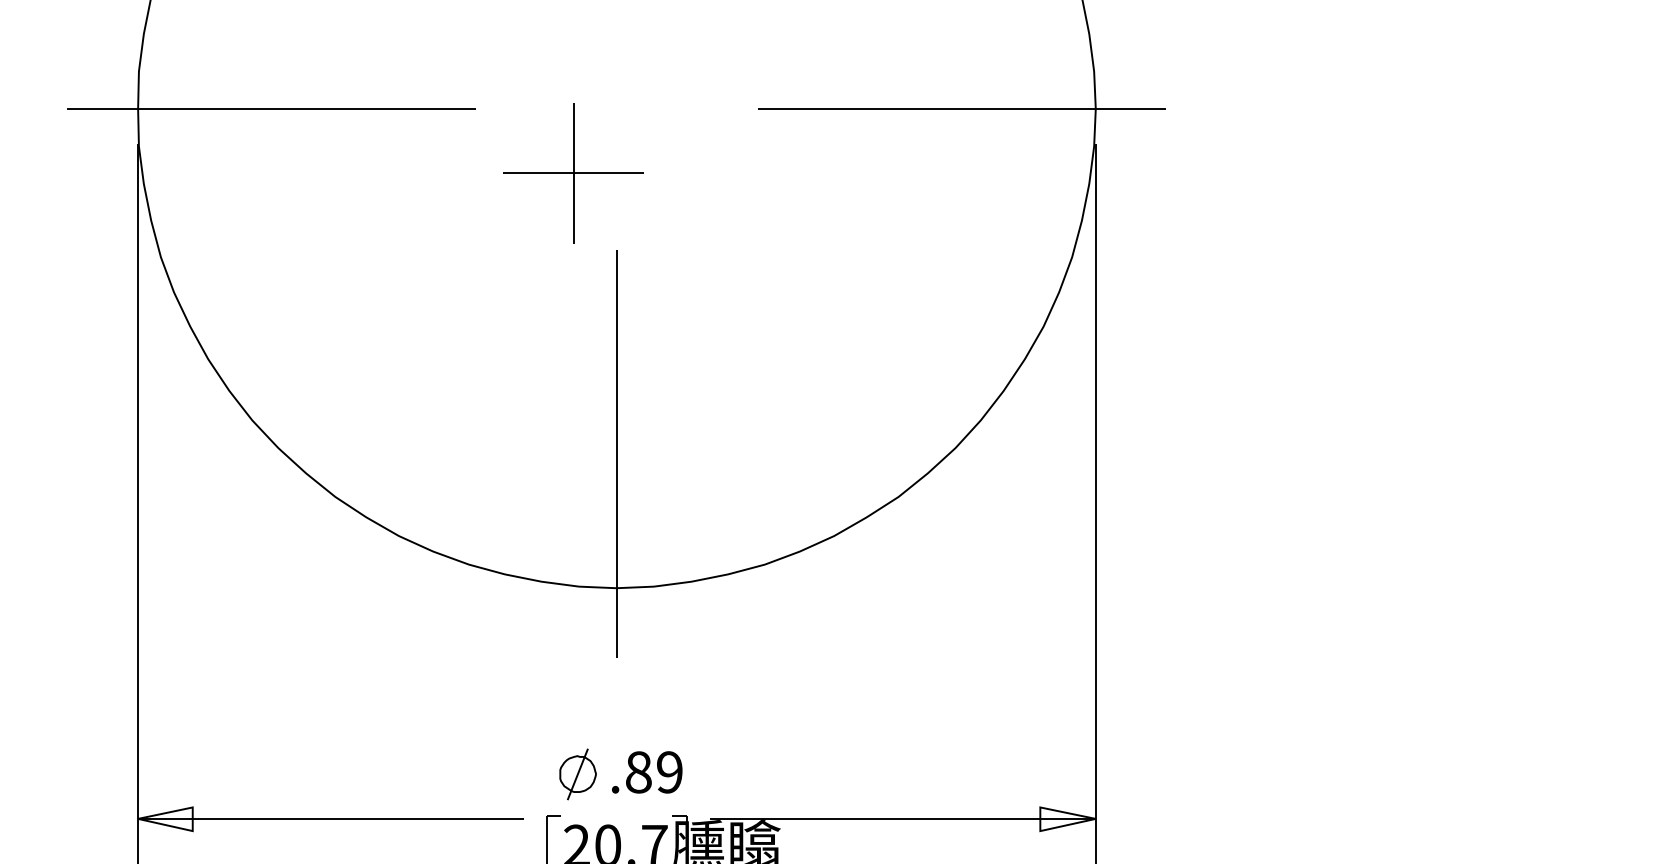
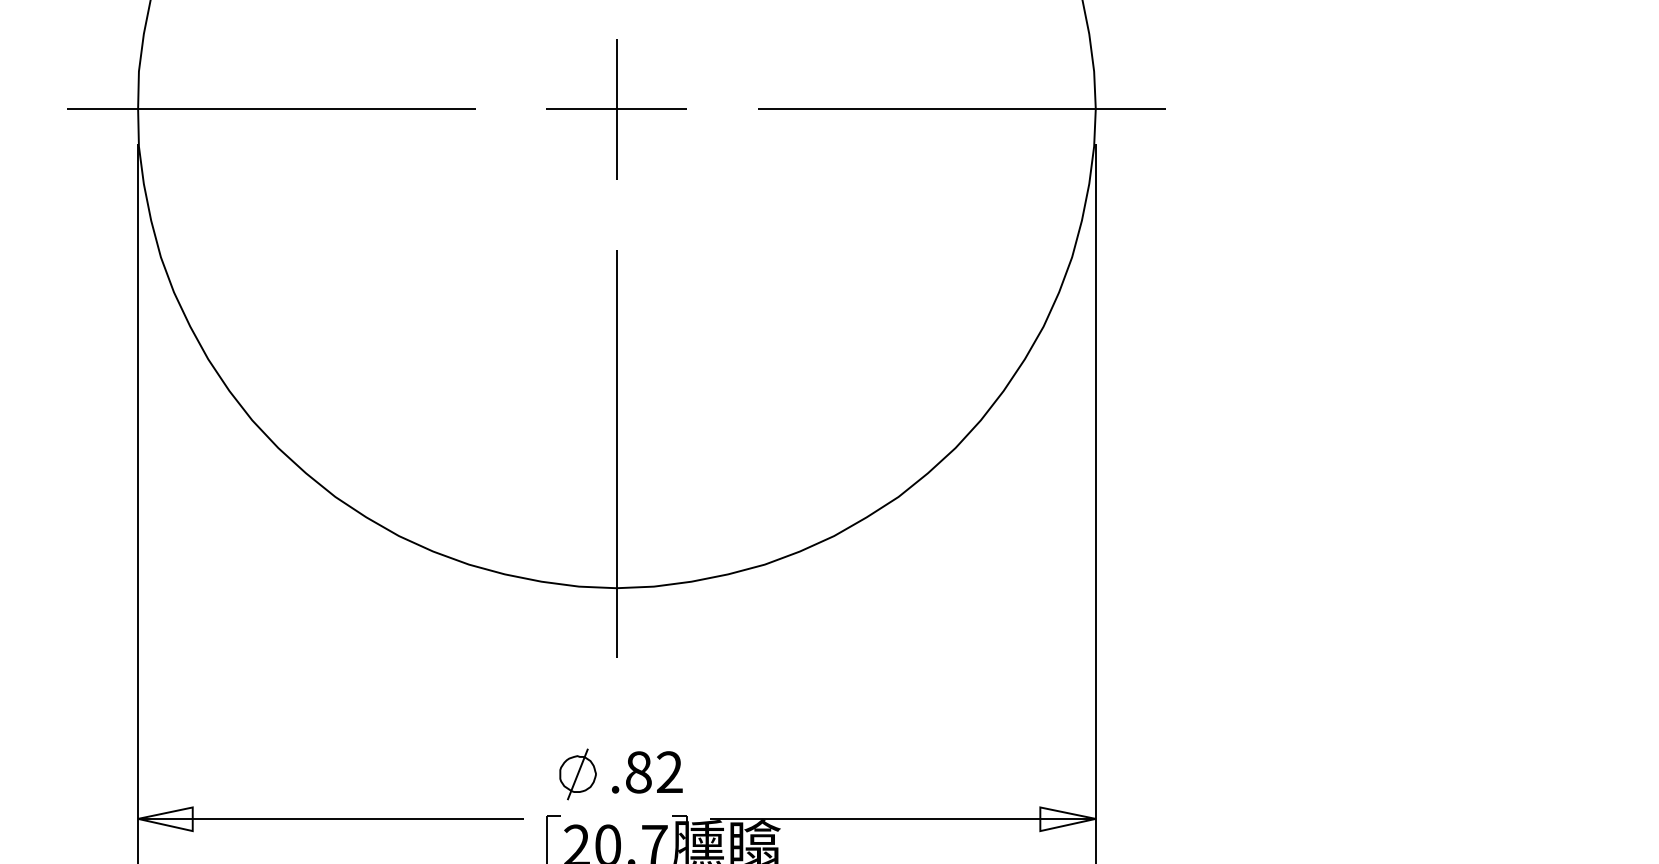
part at (573, 173) position: (573, 173) -> (616, 109)
text at (669, 772): .89 -> .82
